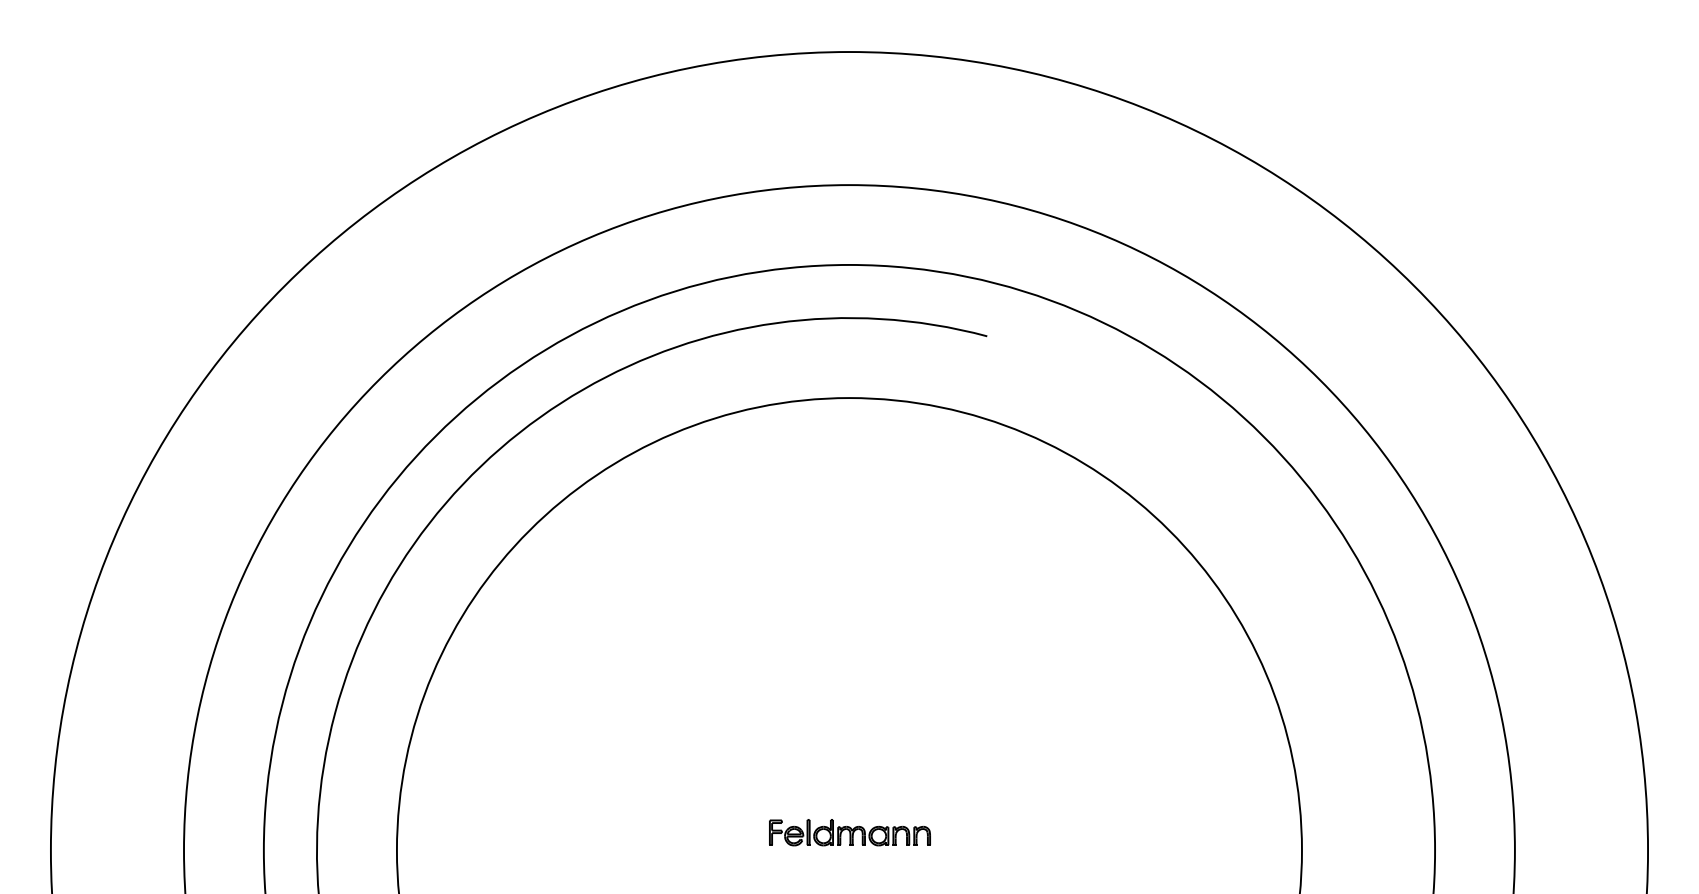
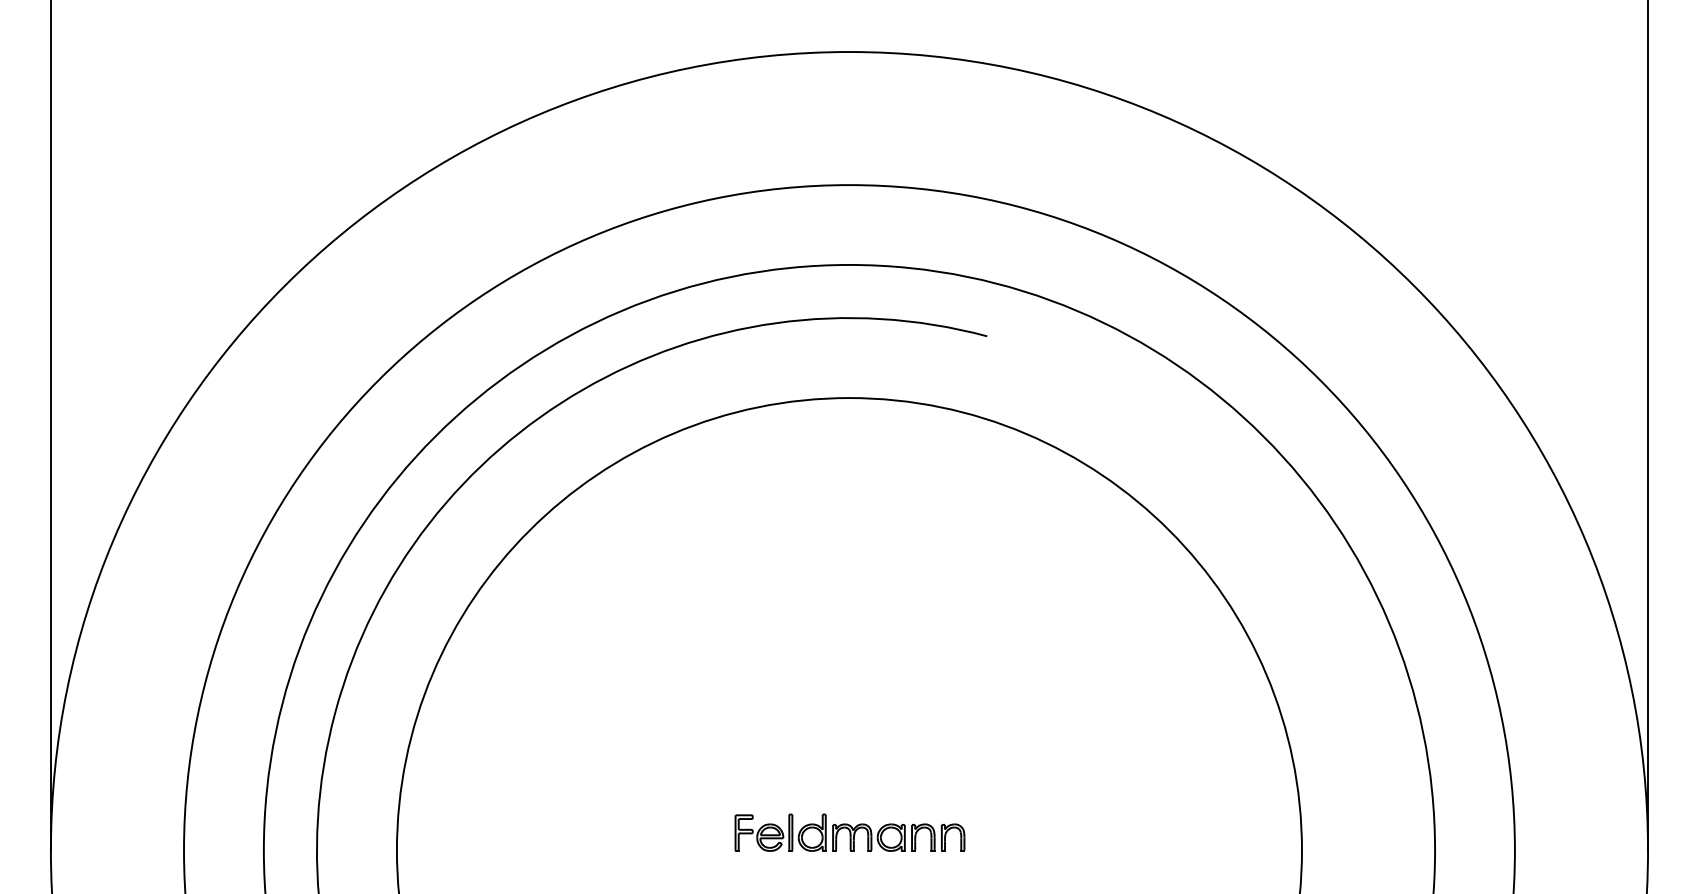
line at (50, 426): none -> present
line at (1648, 426): none -> present
part at (849, 832) size: 162x28 px -> 232x39 px
